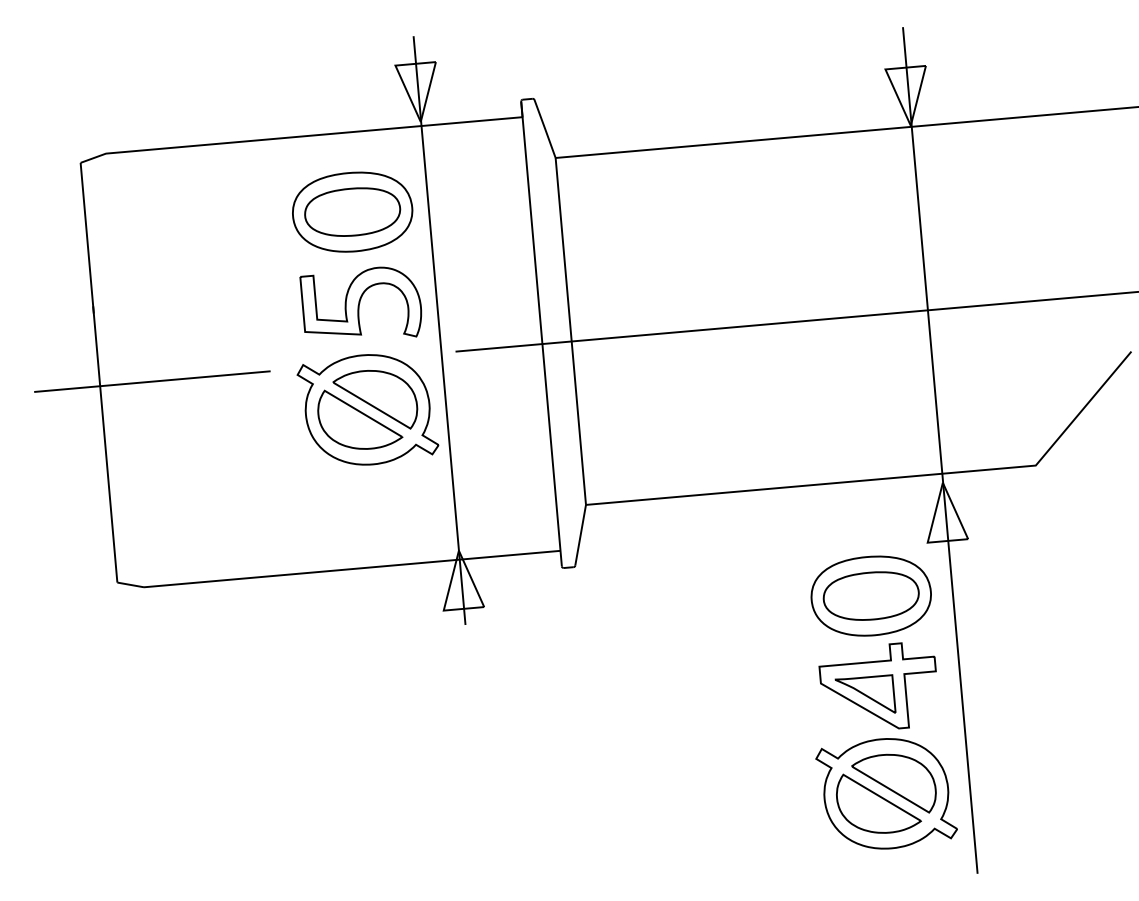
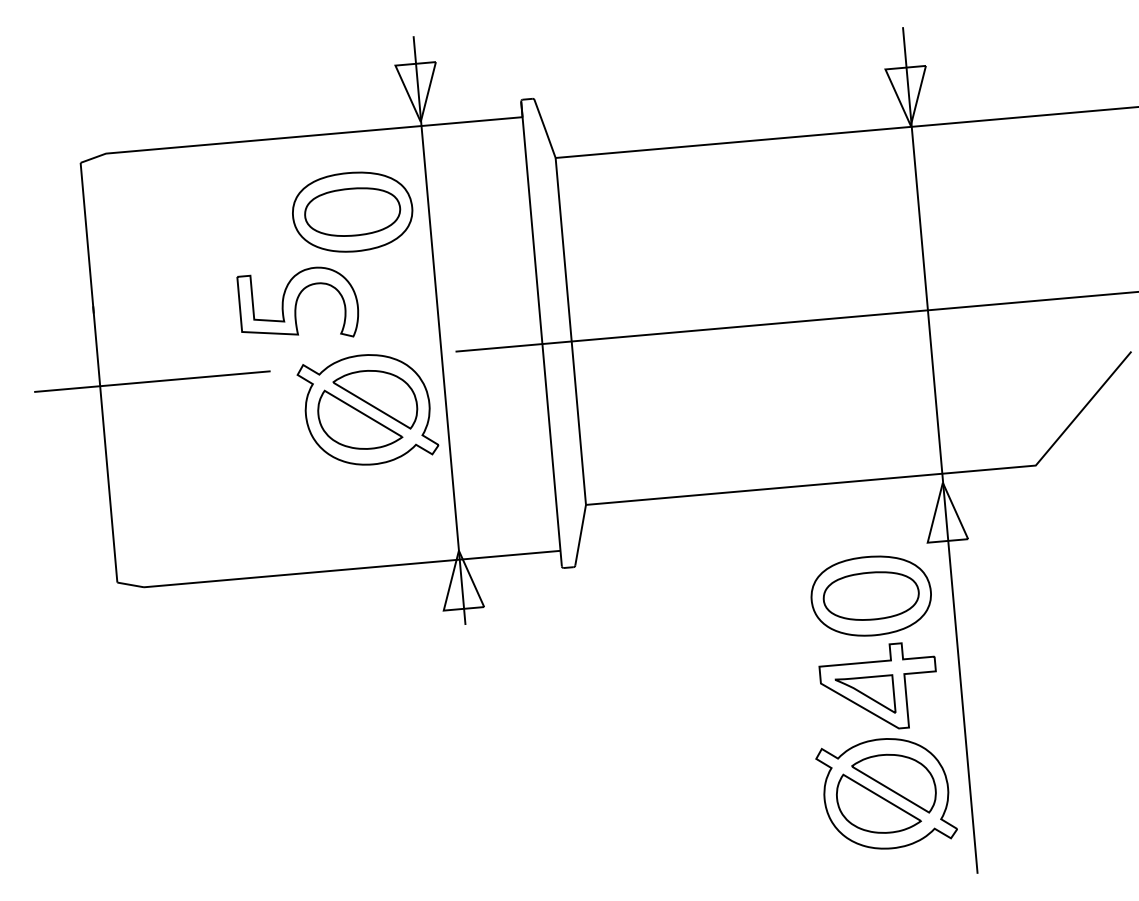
part at (360, 301) position: (360, 301) -> (297, 301)
